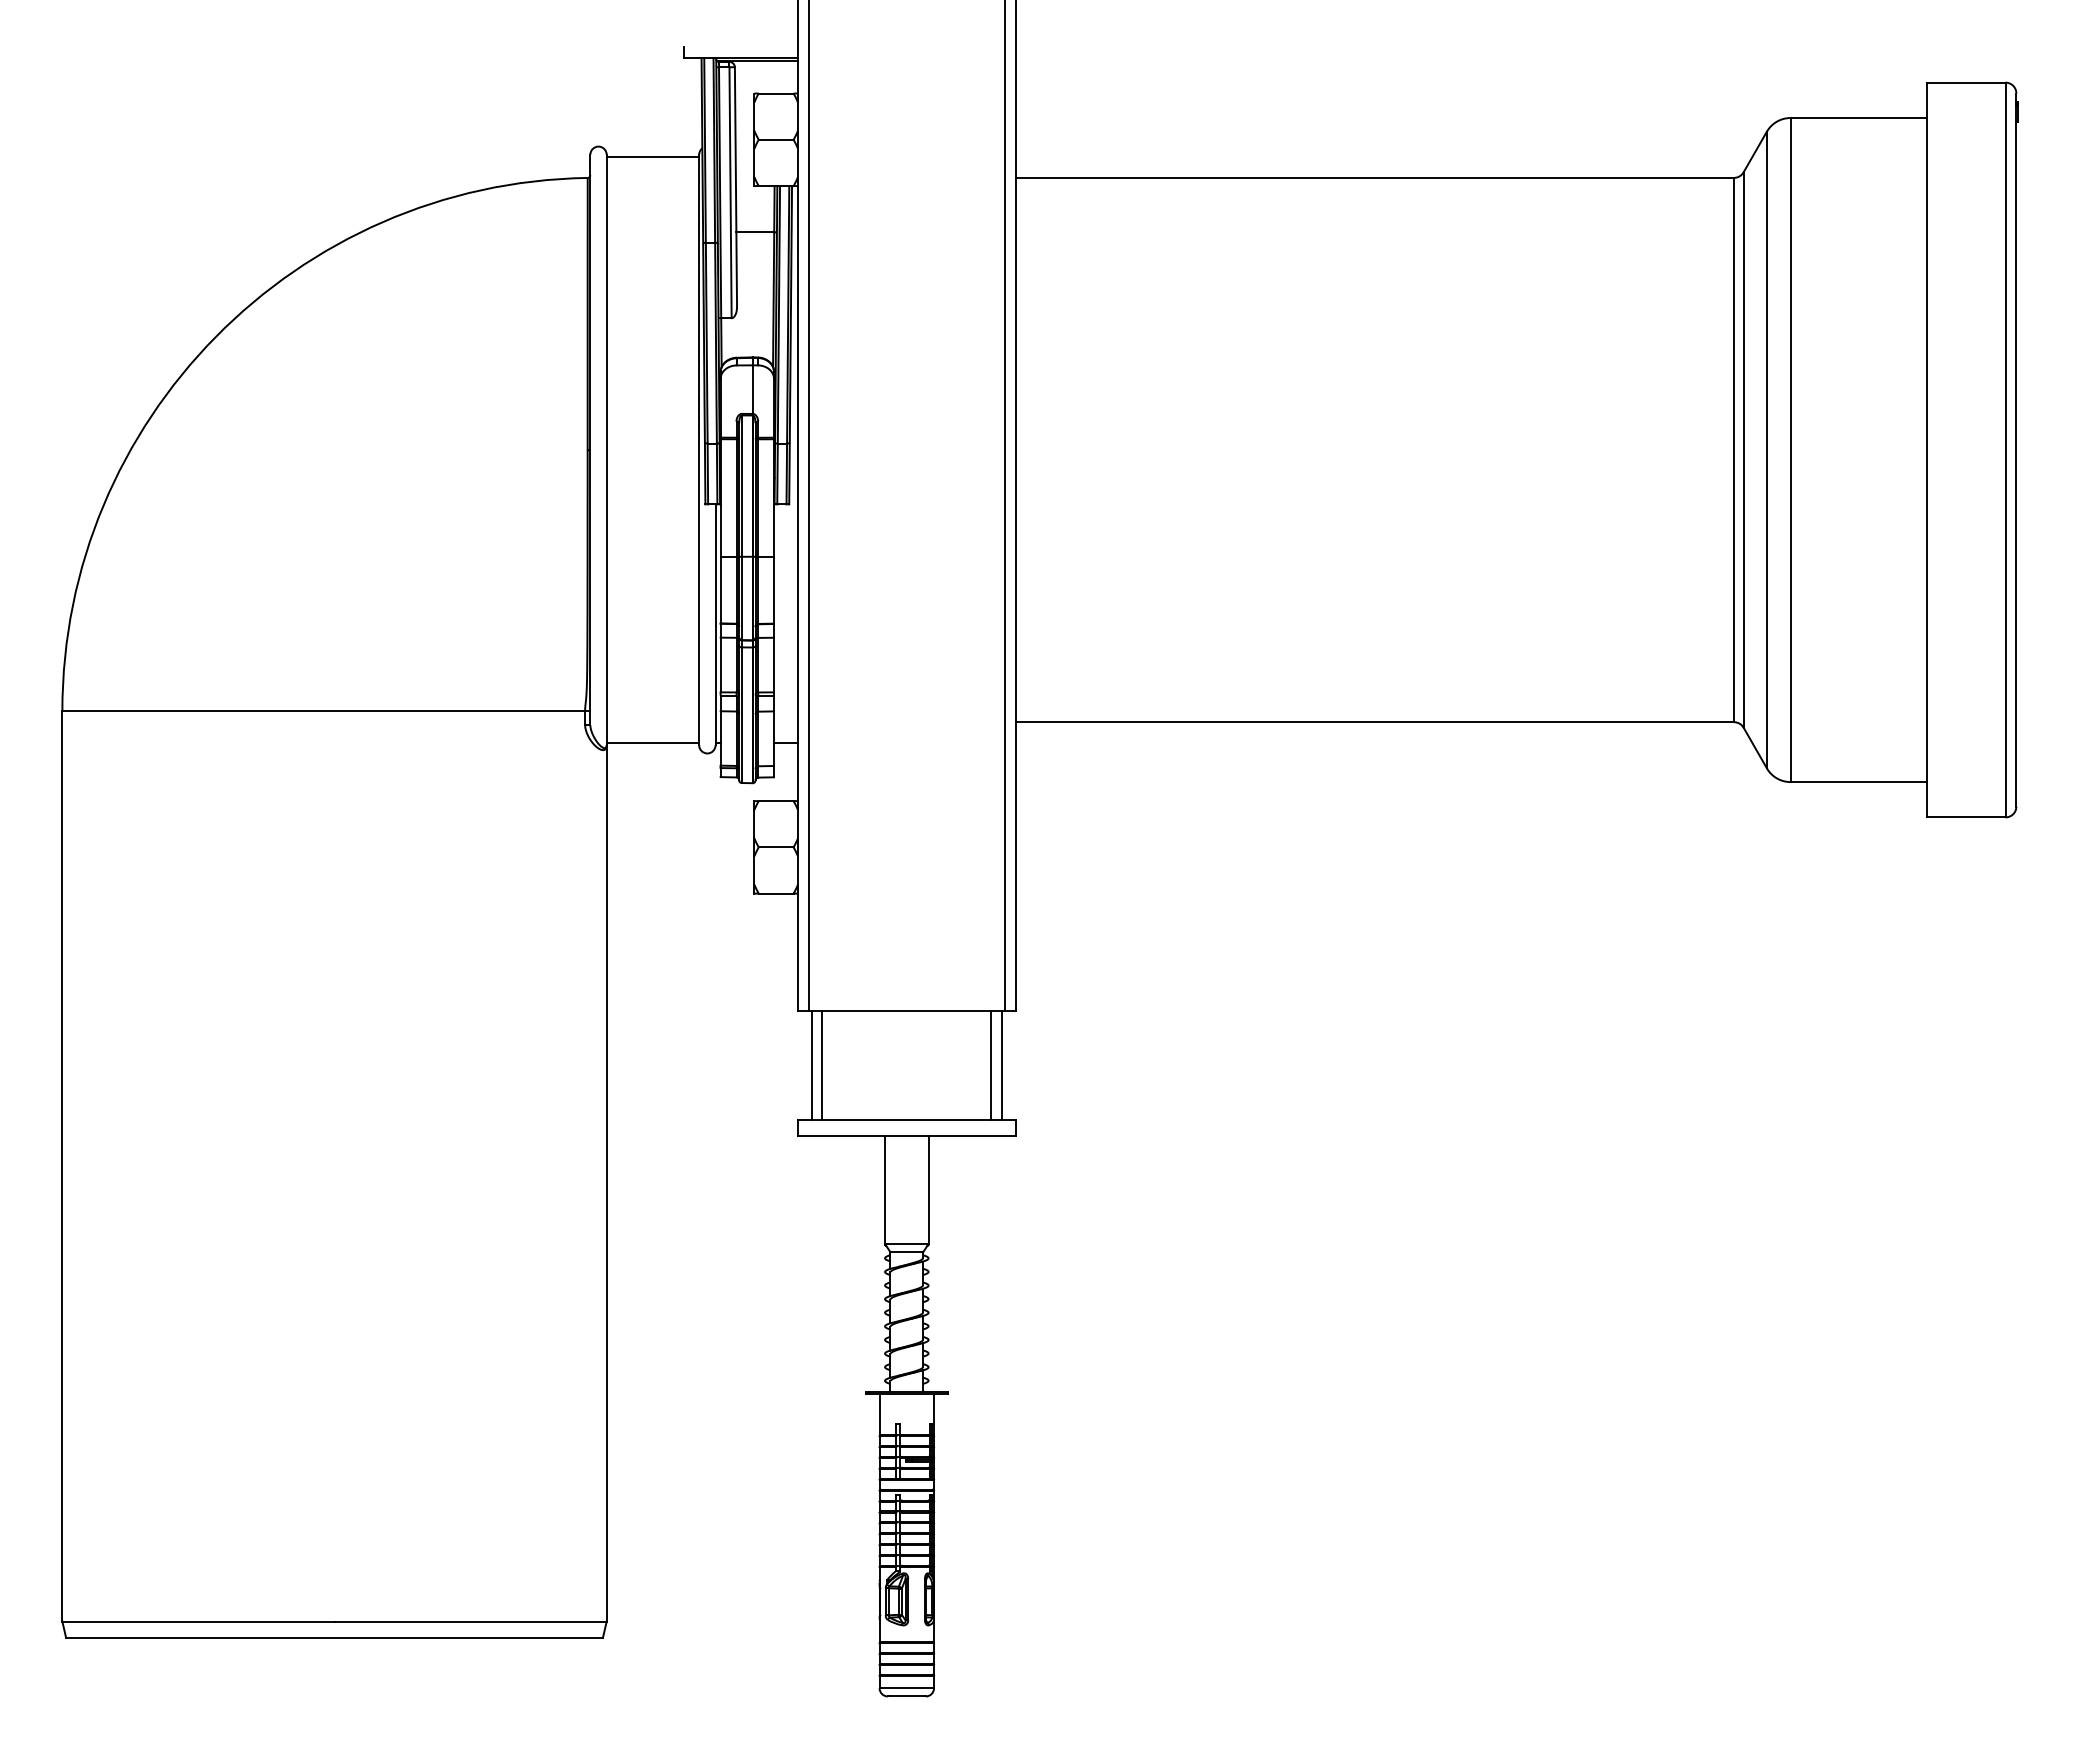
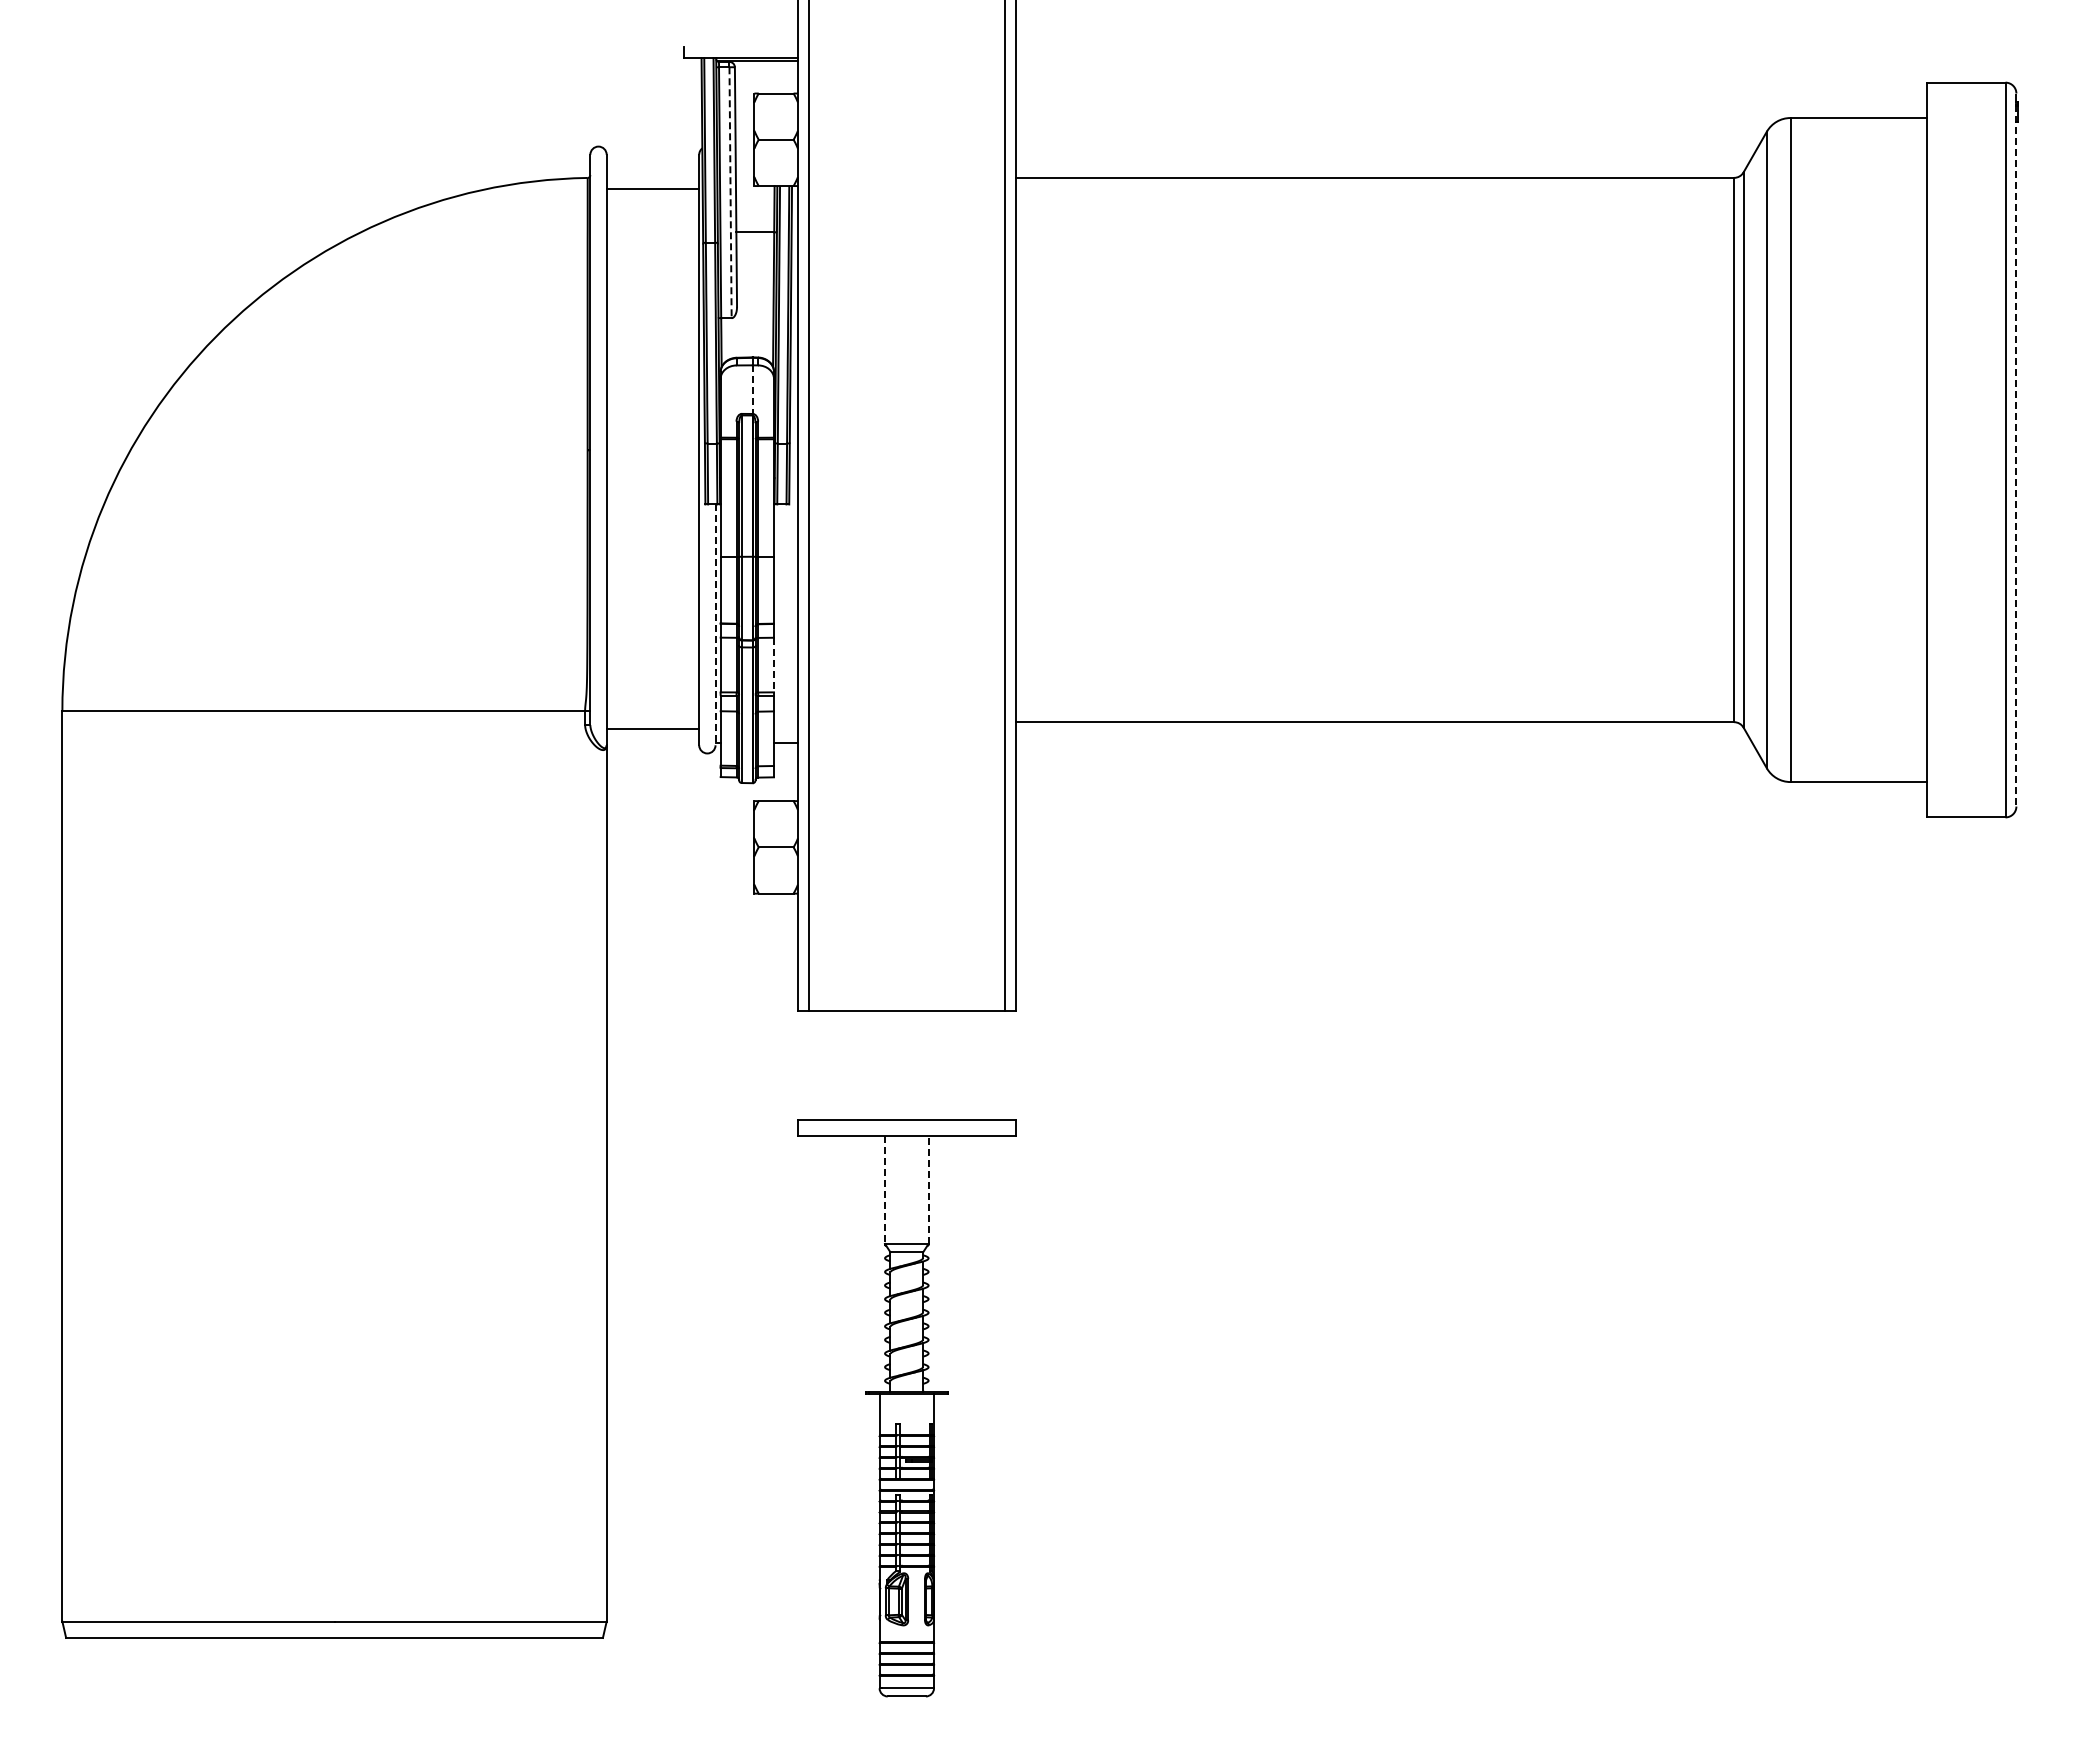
line at (652, 157) position: (652, 157) -> (652, 189)
line at (730, 193): solid -> dashed
line at (752, 390): solid -> dashed
line at (2016, 450): solid -> dashed
line at (715, 625): solid -> dashed
line at (774, 665): solid -> dashed
line at (652, 742) position: (652, 742) -> (652, 728)
line at (811, 1064): present -> none
line at (822, 1064): present -> none
line at (991, 1064): present -> none
line at (1002, 1064): present -> none
line at (928, 1189): solid -> dashed
line at (885, 1190): solid -> dashed
